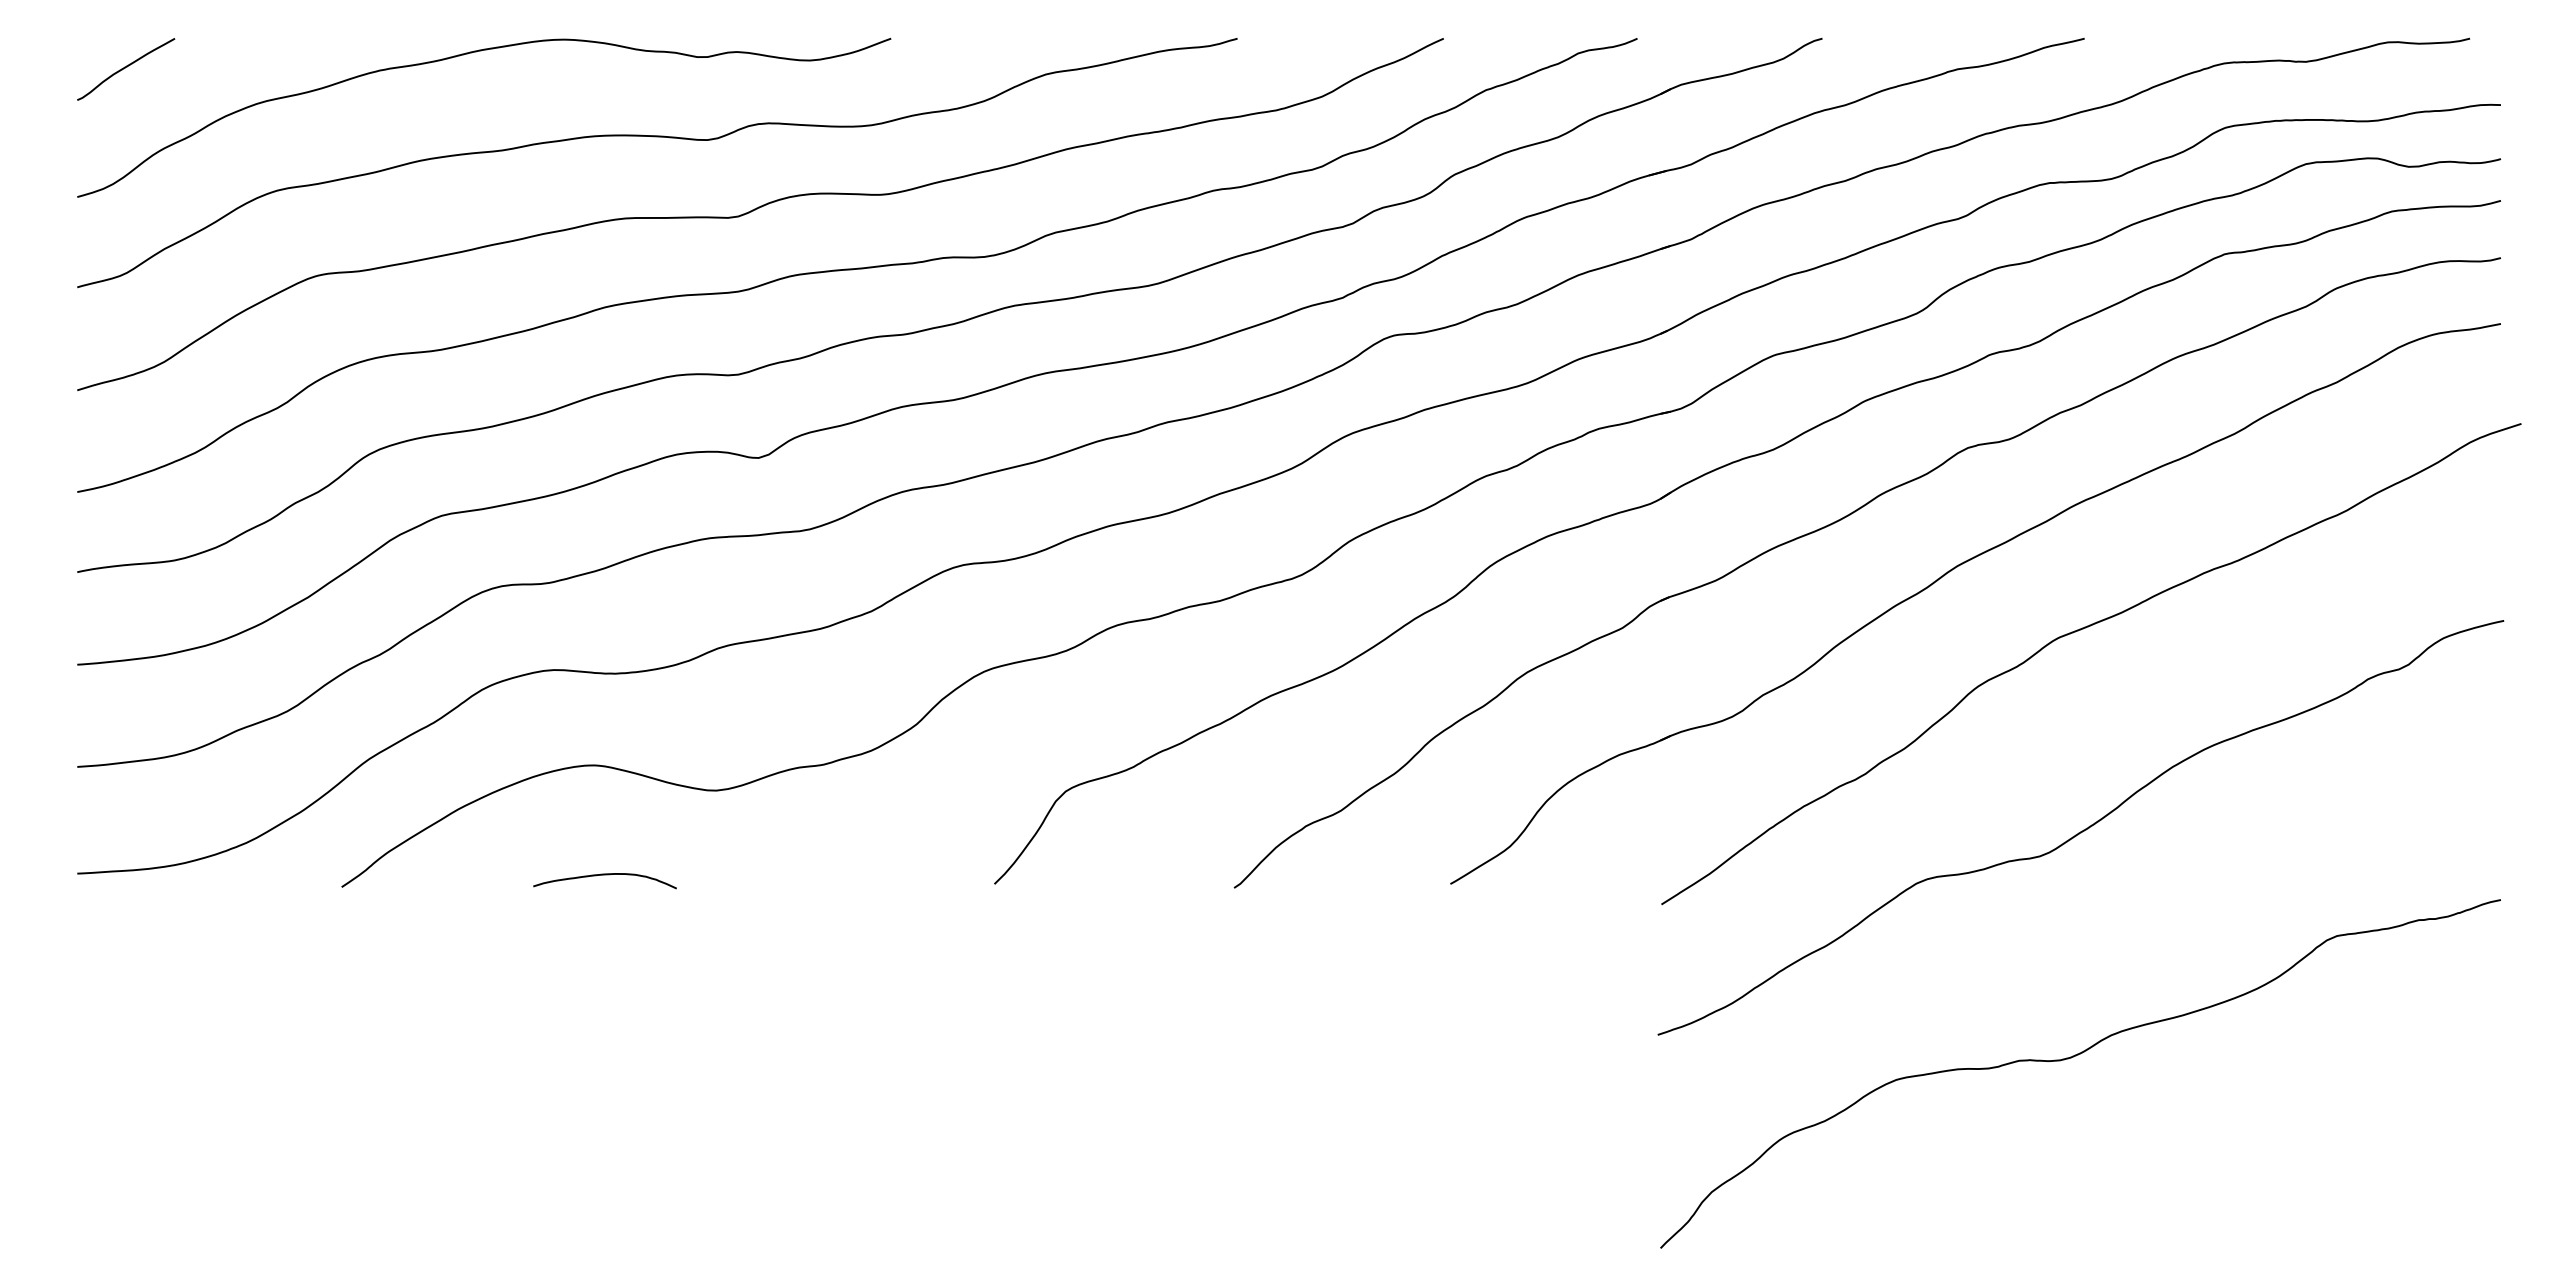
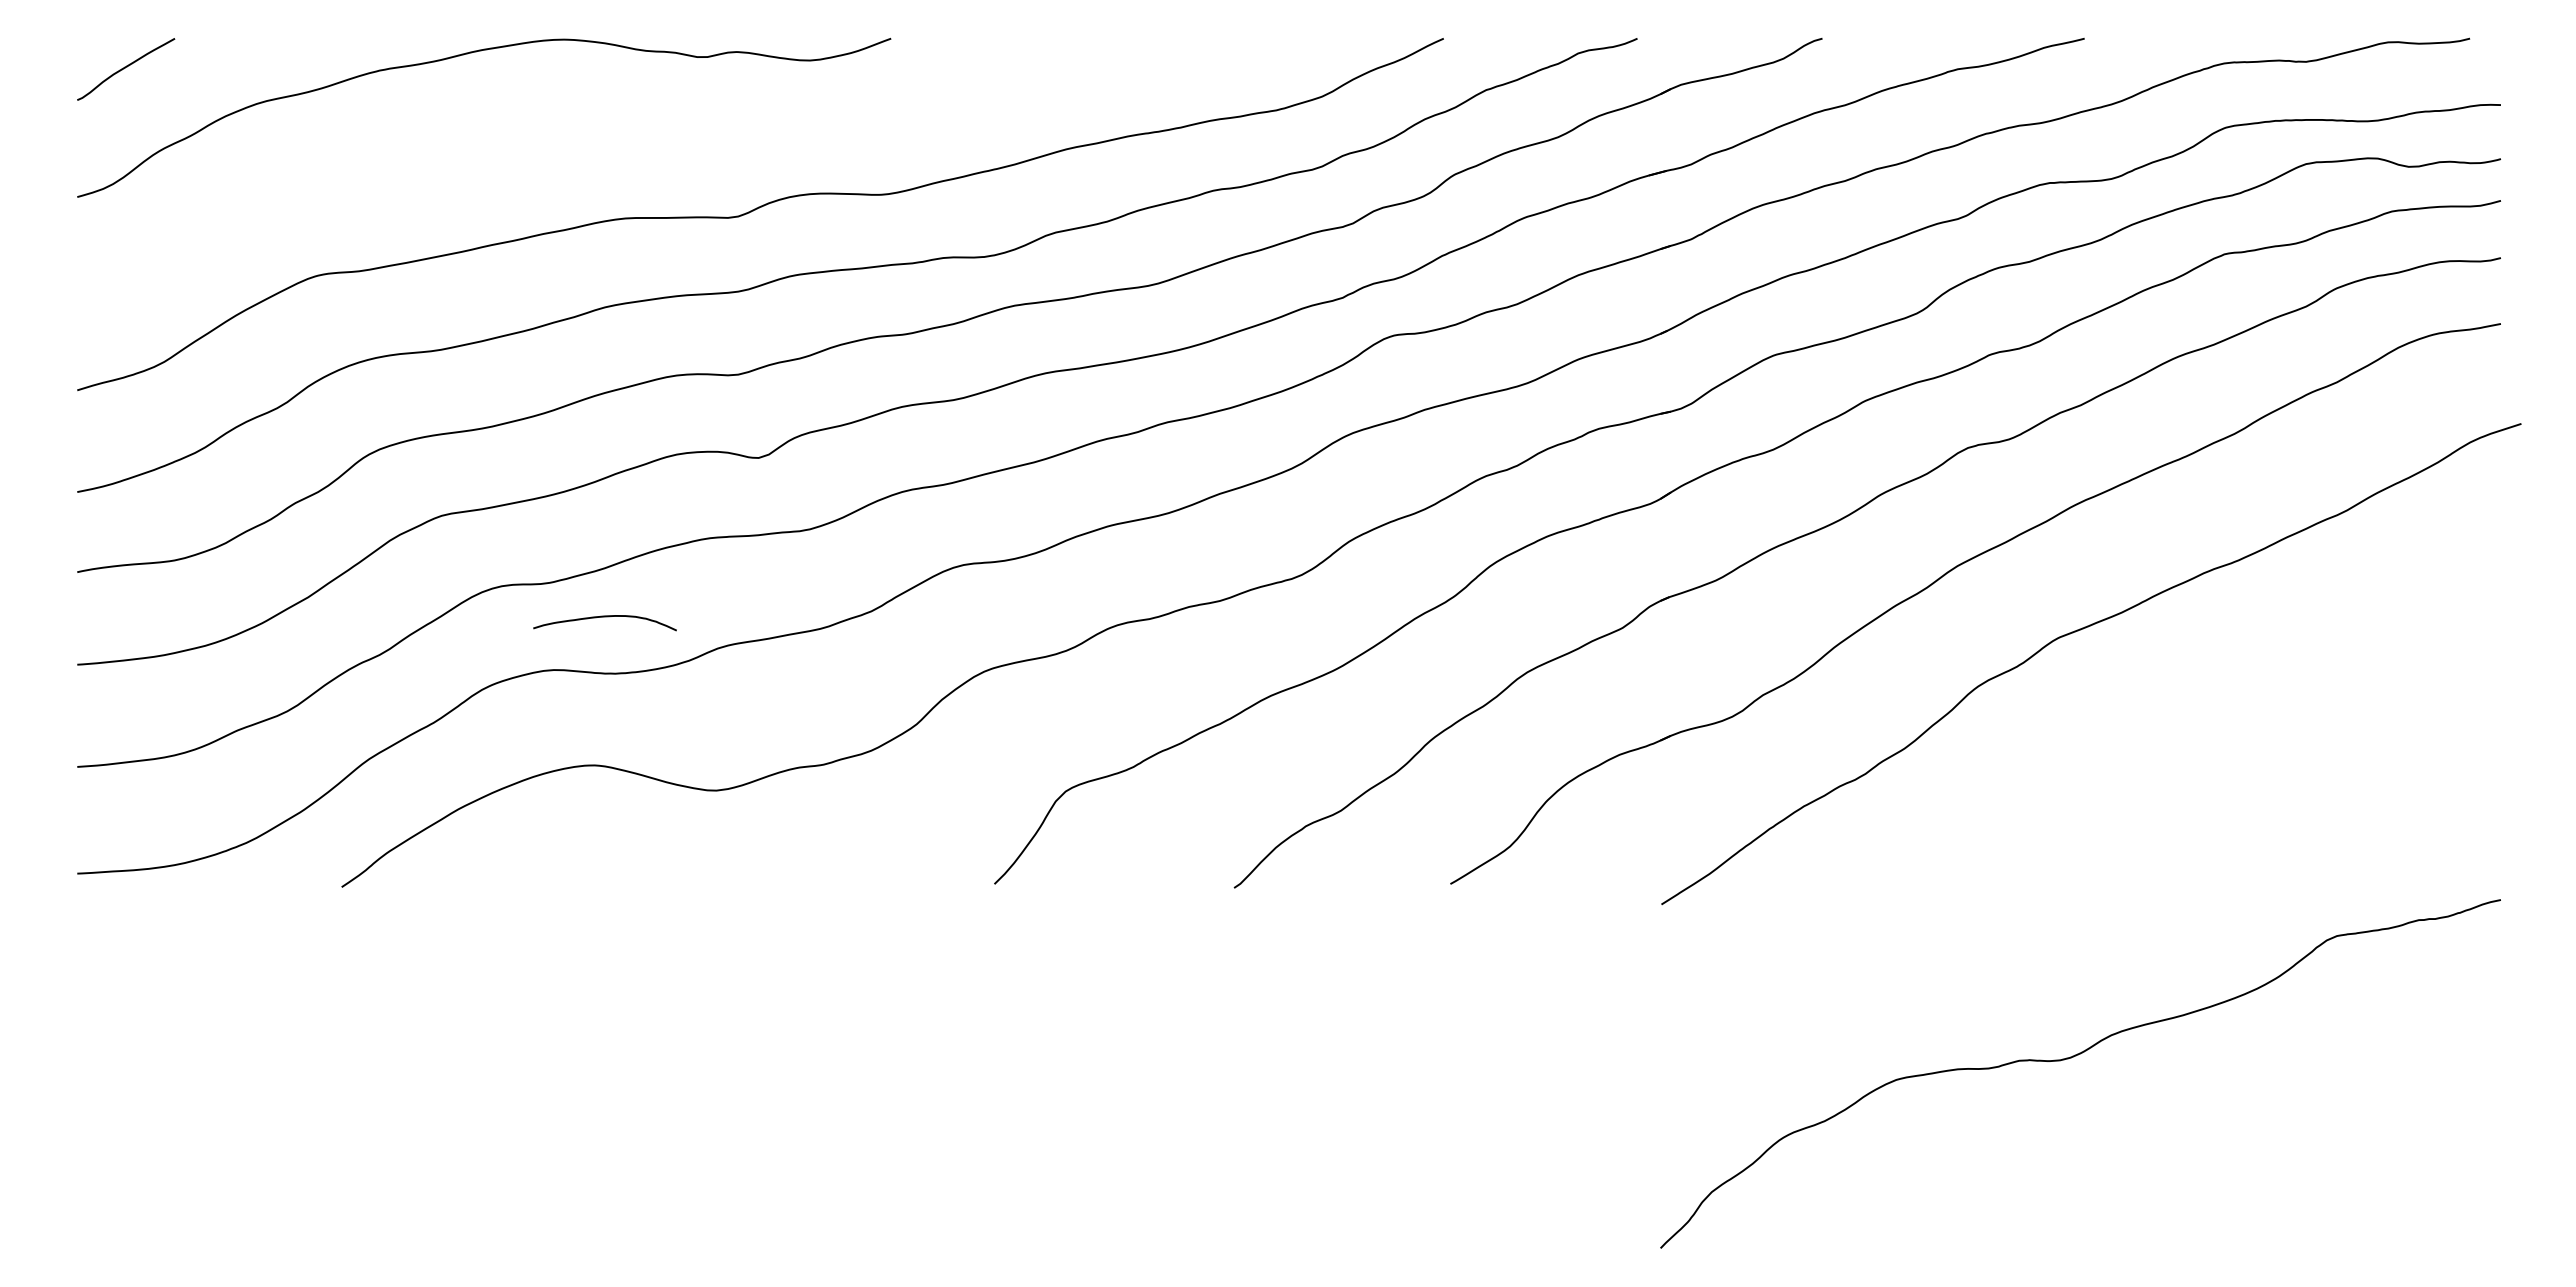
curve at (657, 137): present -> none
curve at (2083, 829): present -> none
curve at (604, 875) position: (604, 875) -> (604, 617)
